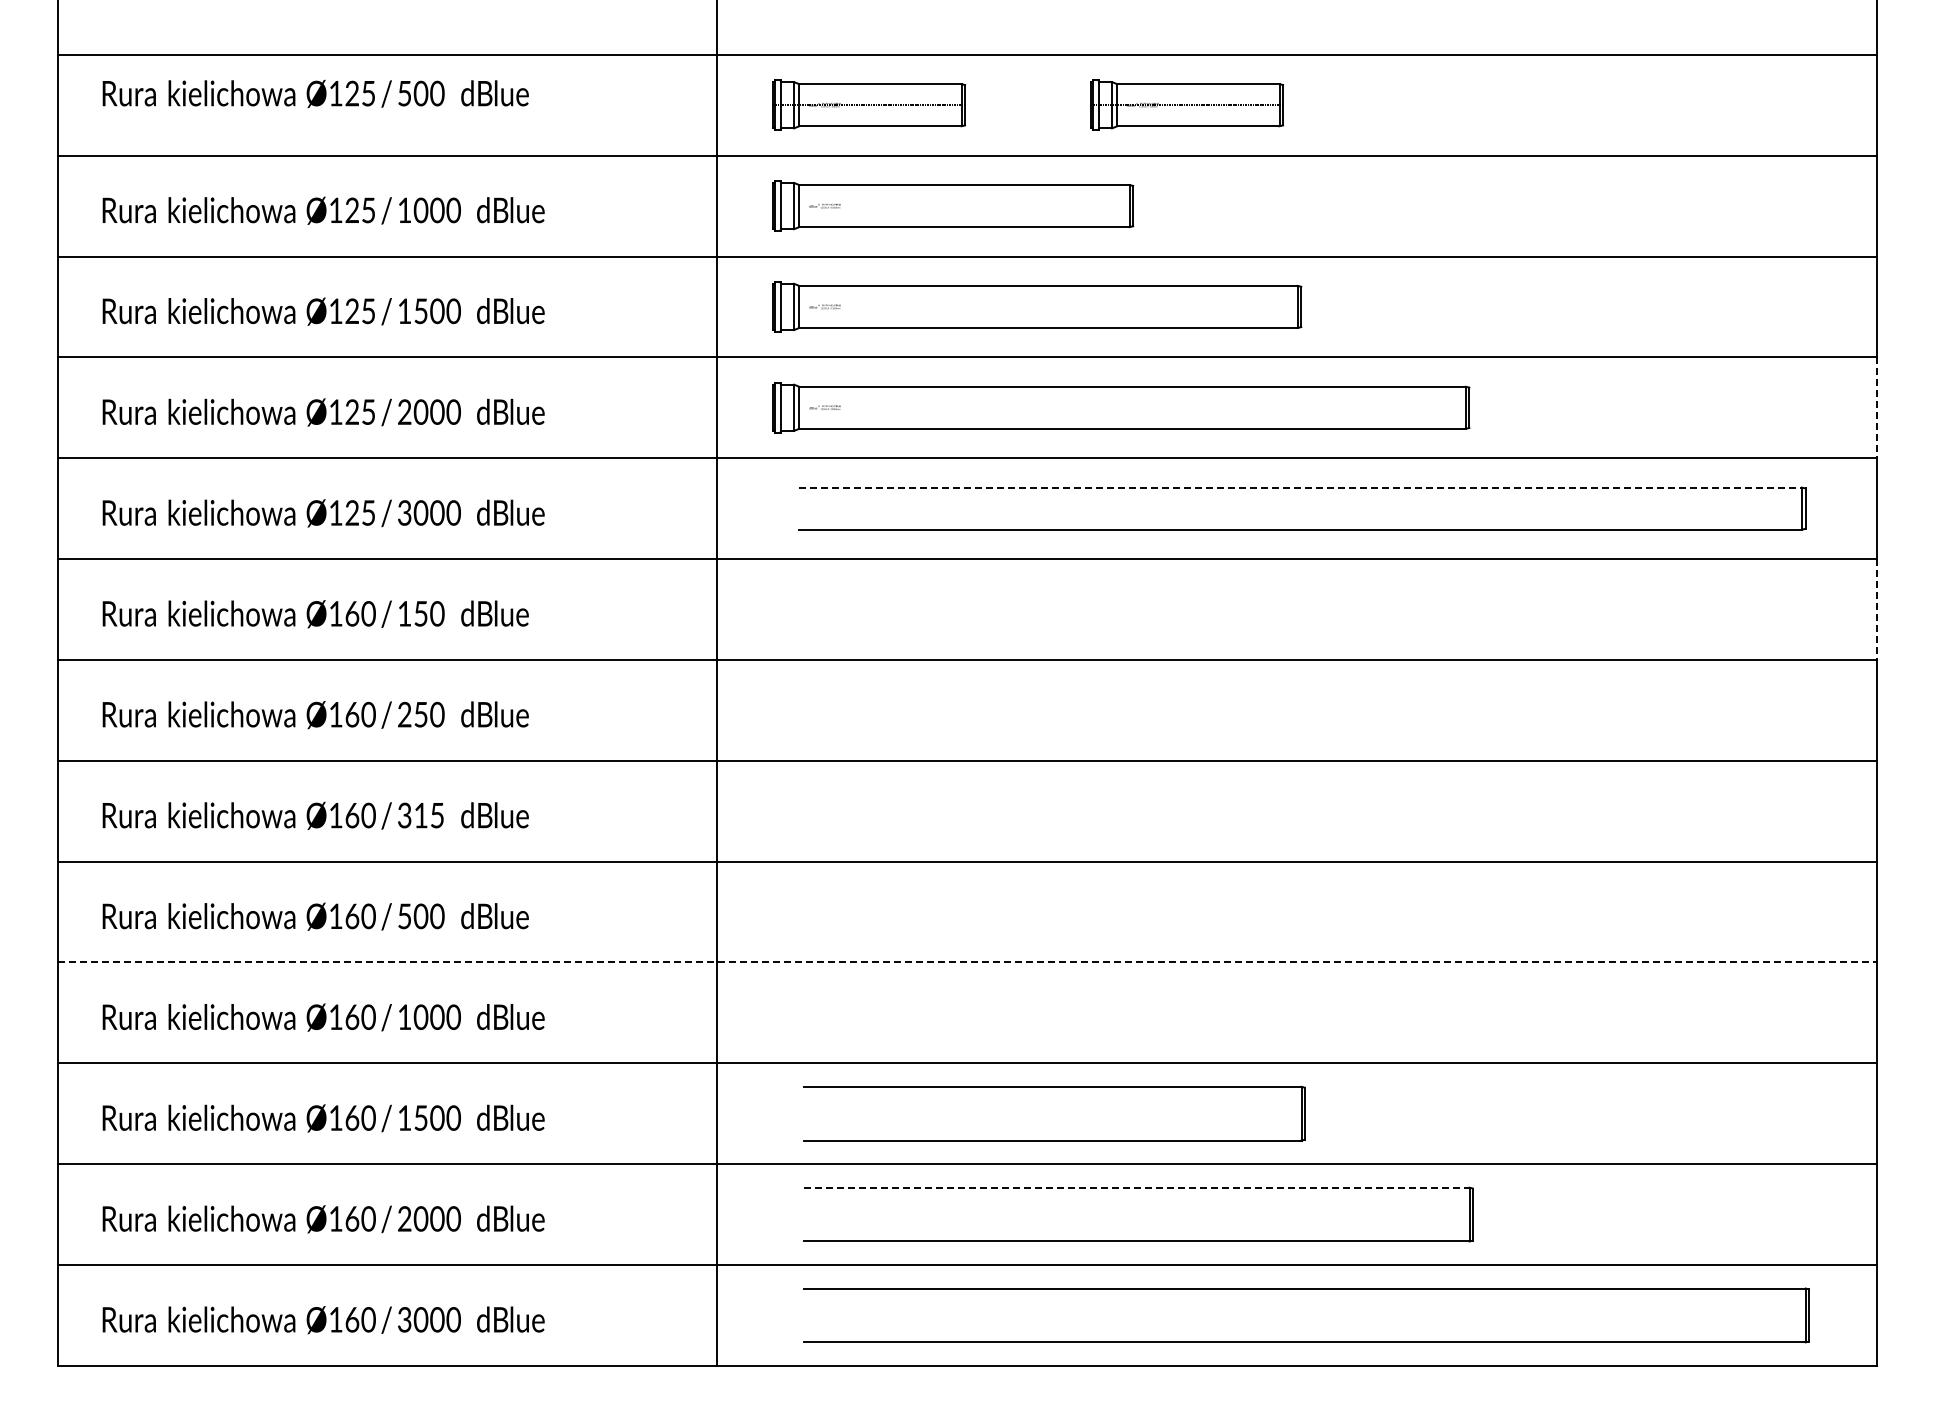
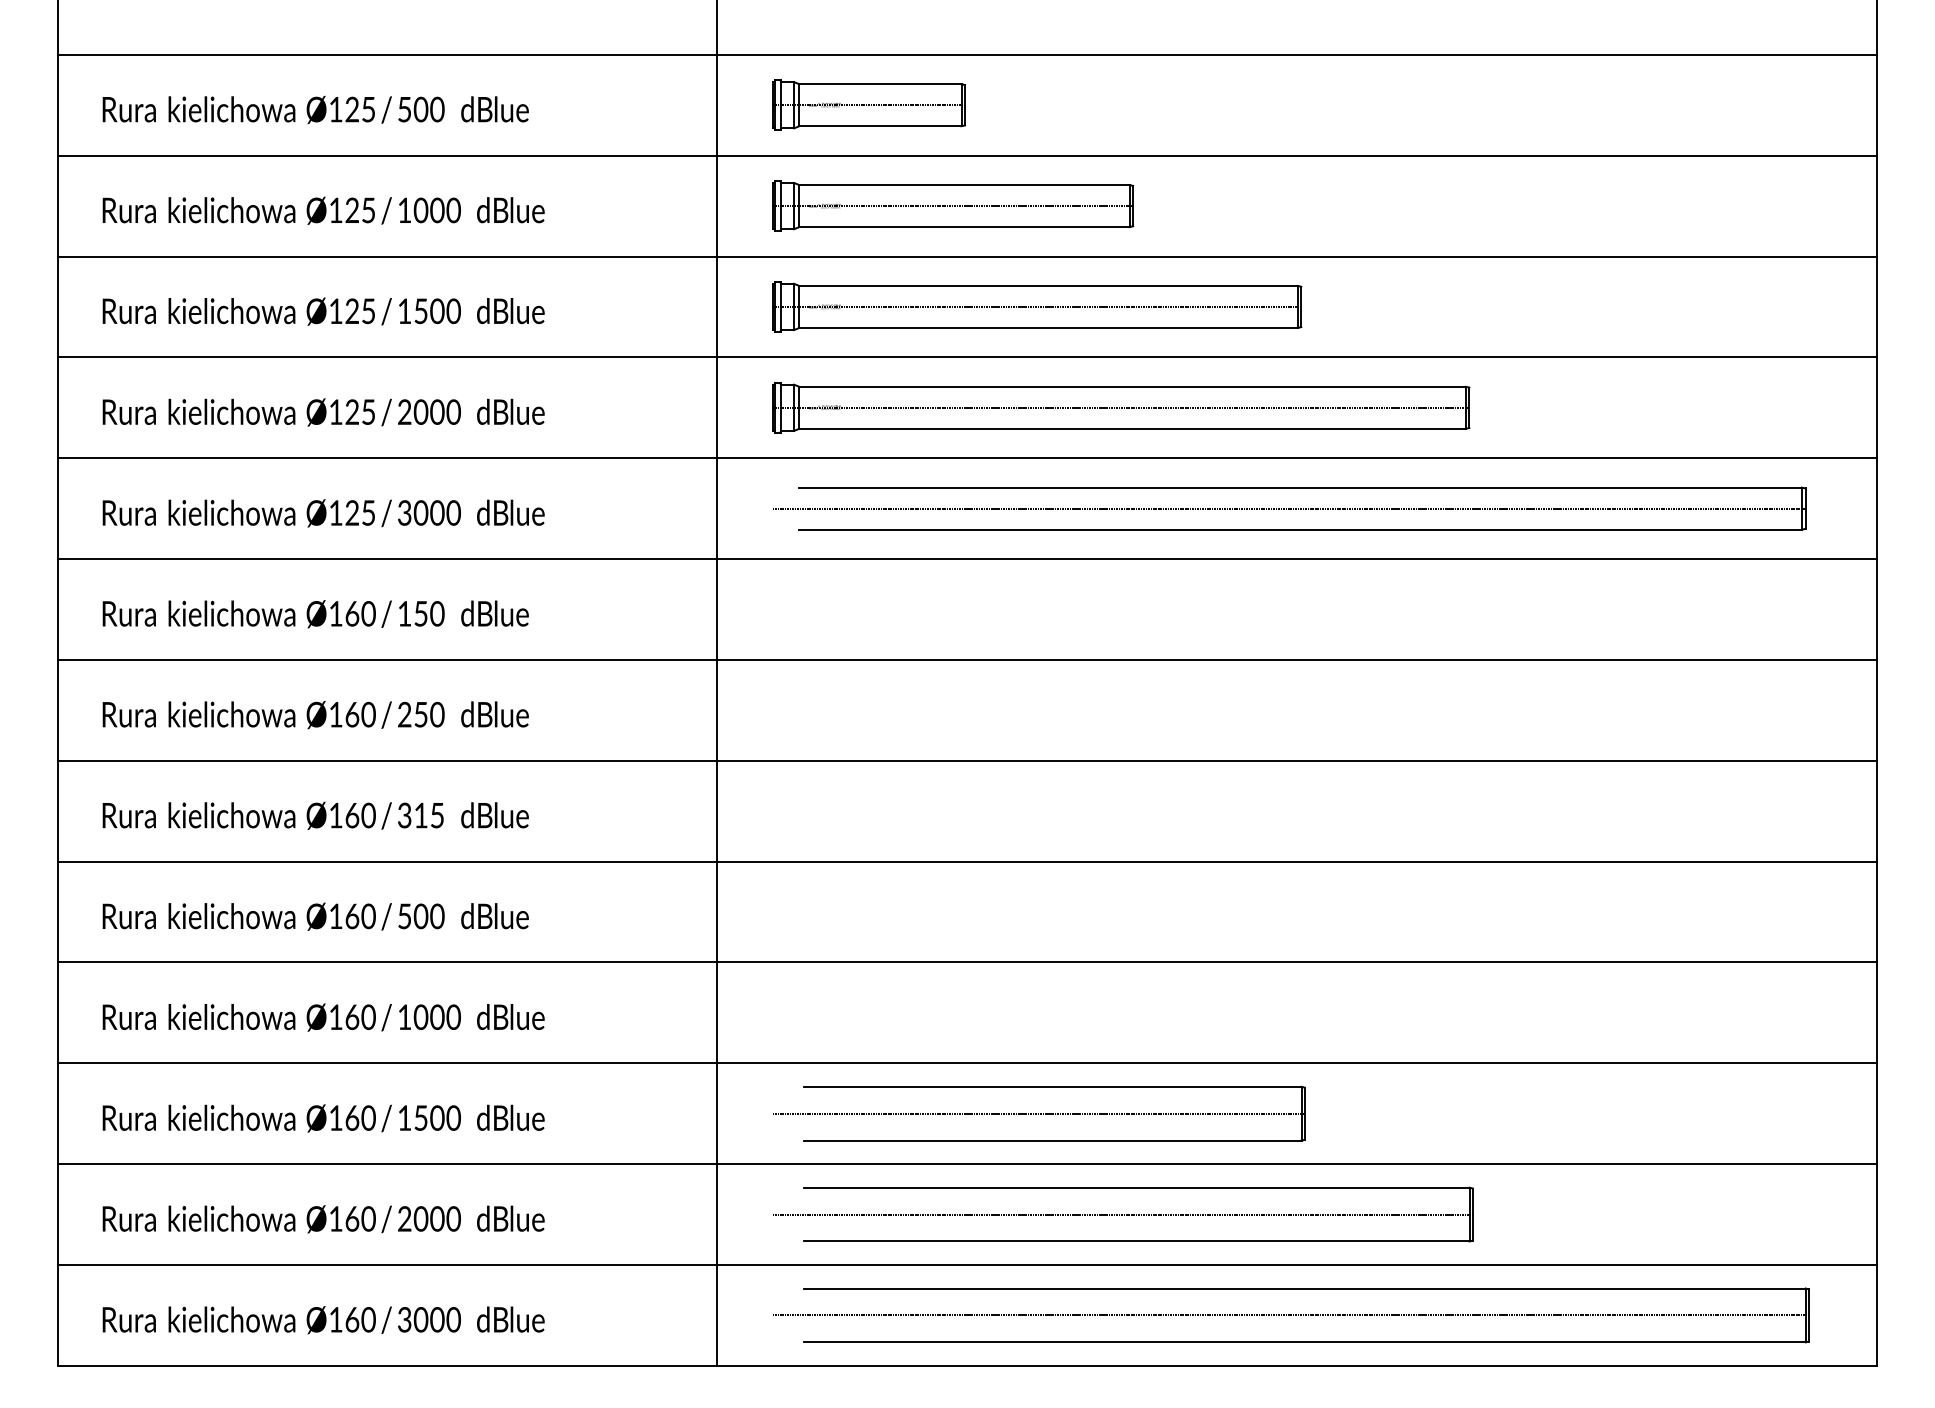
text at (315, 93) position: (315, 93) -> (315, 109)
part at (1187, 104): present -> none
line at (952, 206): none -> present
line at (1036, 306): none -> present
line at (1120, 407): none -> present
line at (1876, 408): dashed -> solid
line at (1301, 487): dashed -> solid
line at (1288, 508): none -> present
line at (1876, 609): dashed -> solid
line at (968, 962): dashed -> solid
line at (1038, 1113): none -> present
line at (1136, 1187): dashed -> solid
line at (1122, 1214): none -> present
line at (1290, 1315): none -> present
